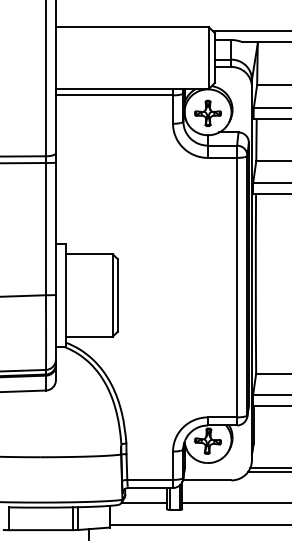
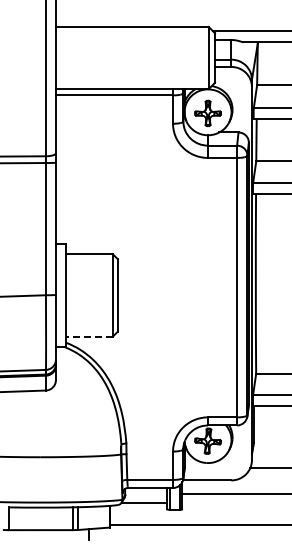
line at (89, 336): solid -> dashed
line at (267, 472): present -> none
line at (235, 502) position: (235, 502) -> (235, 493)
